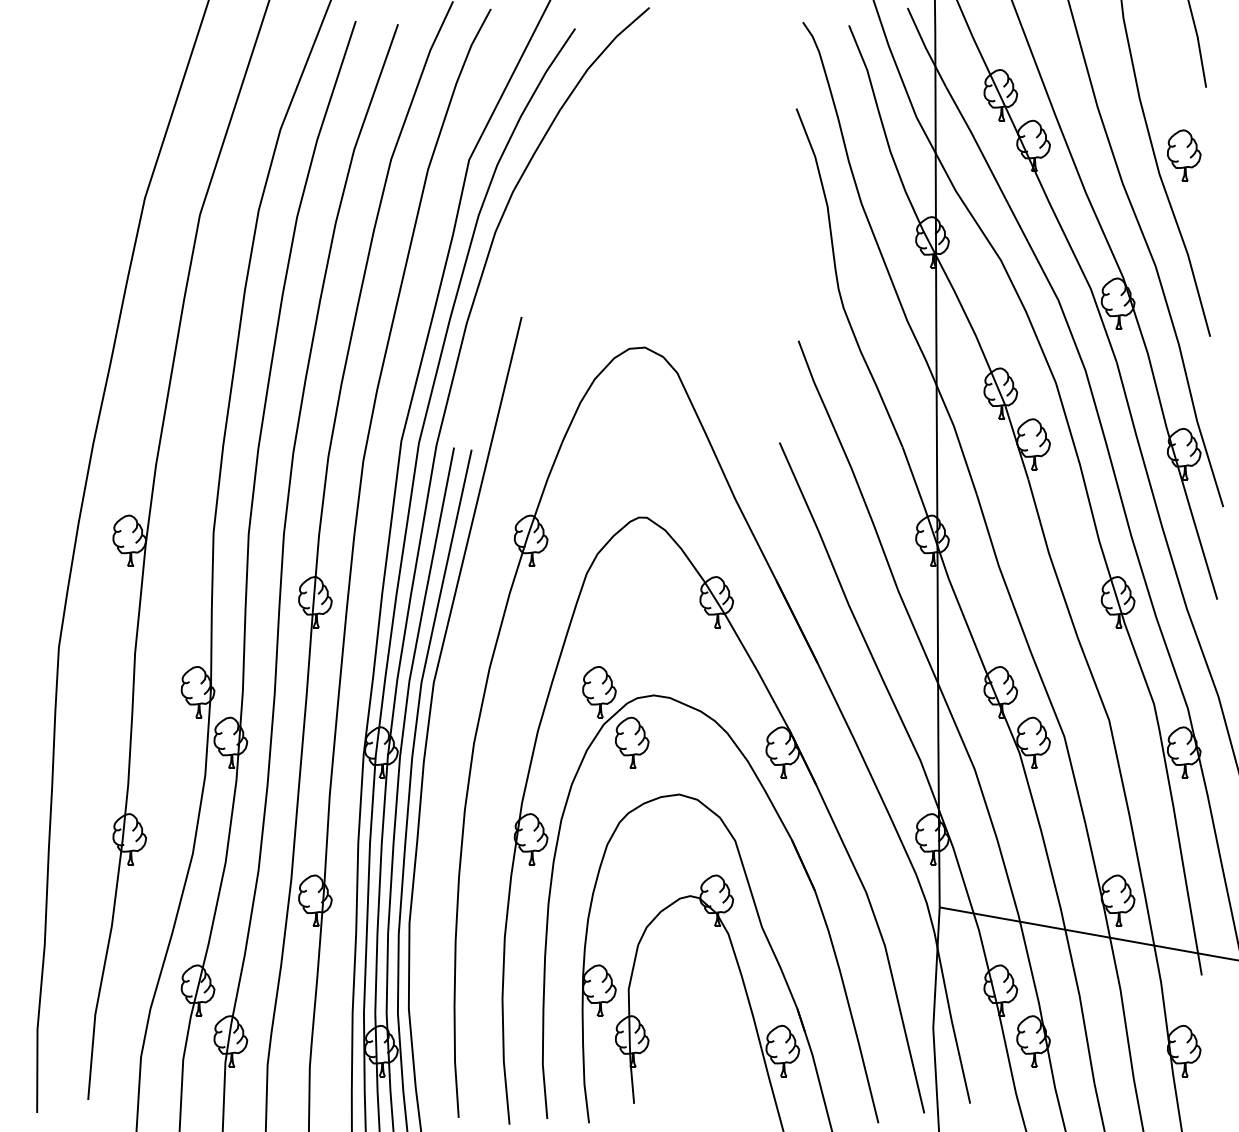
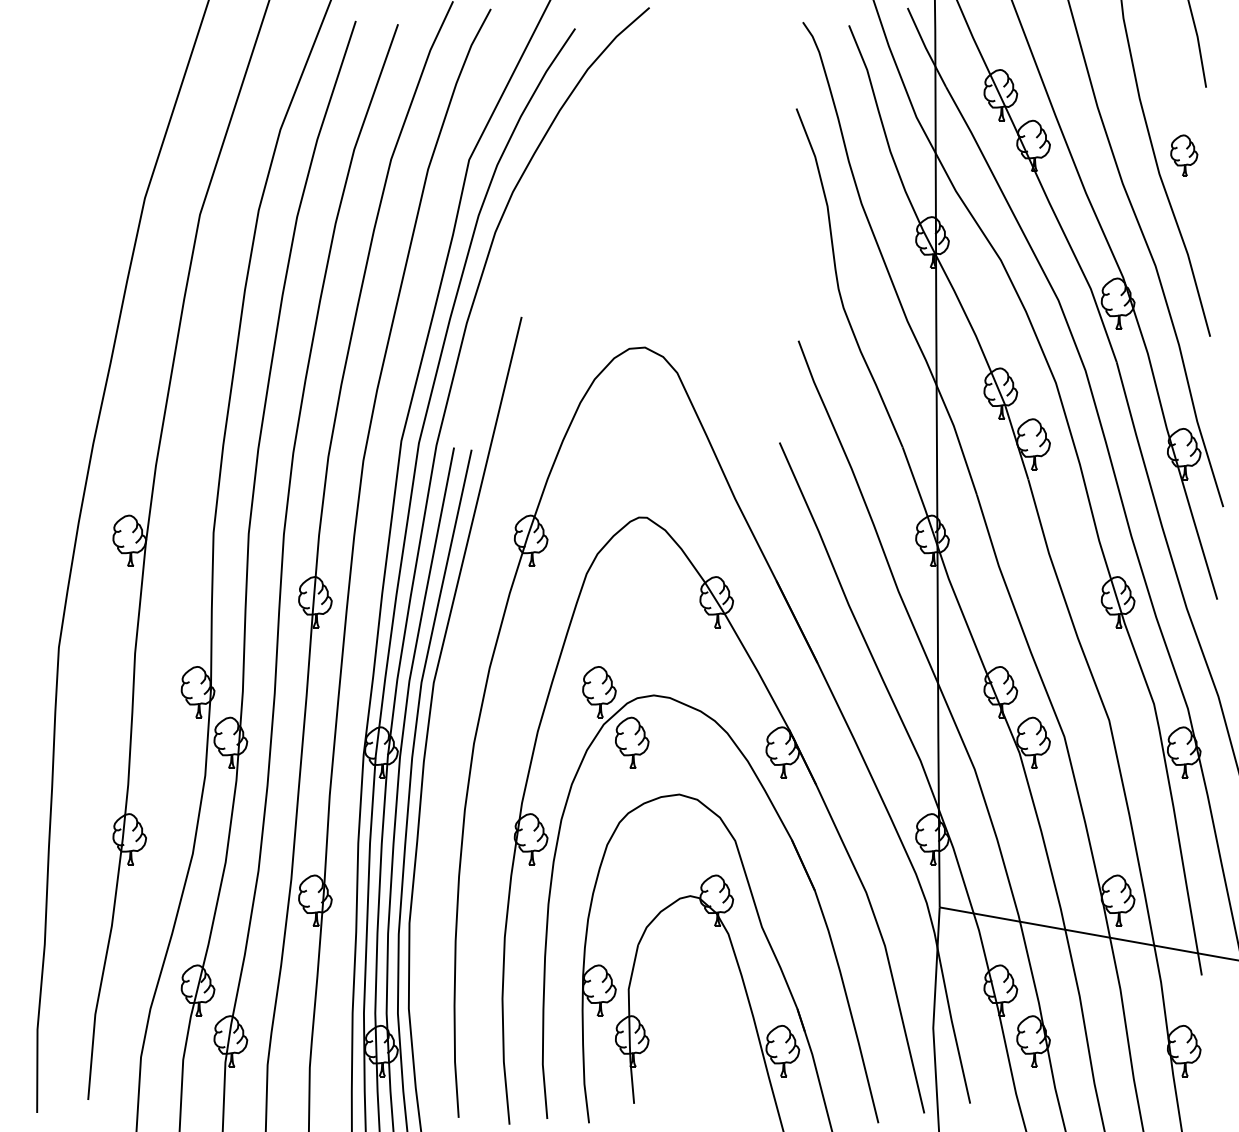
part at (1184, 155) size: 35x53 px -> 29x43 px
